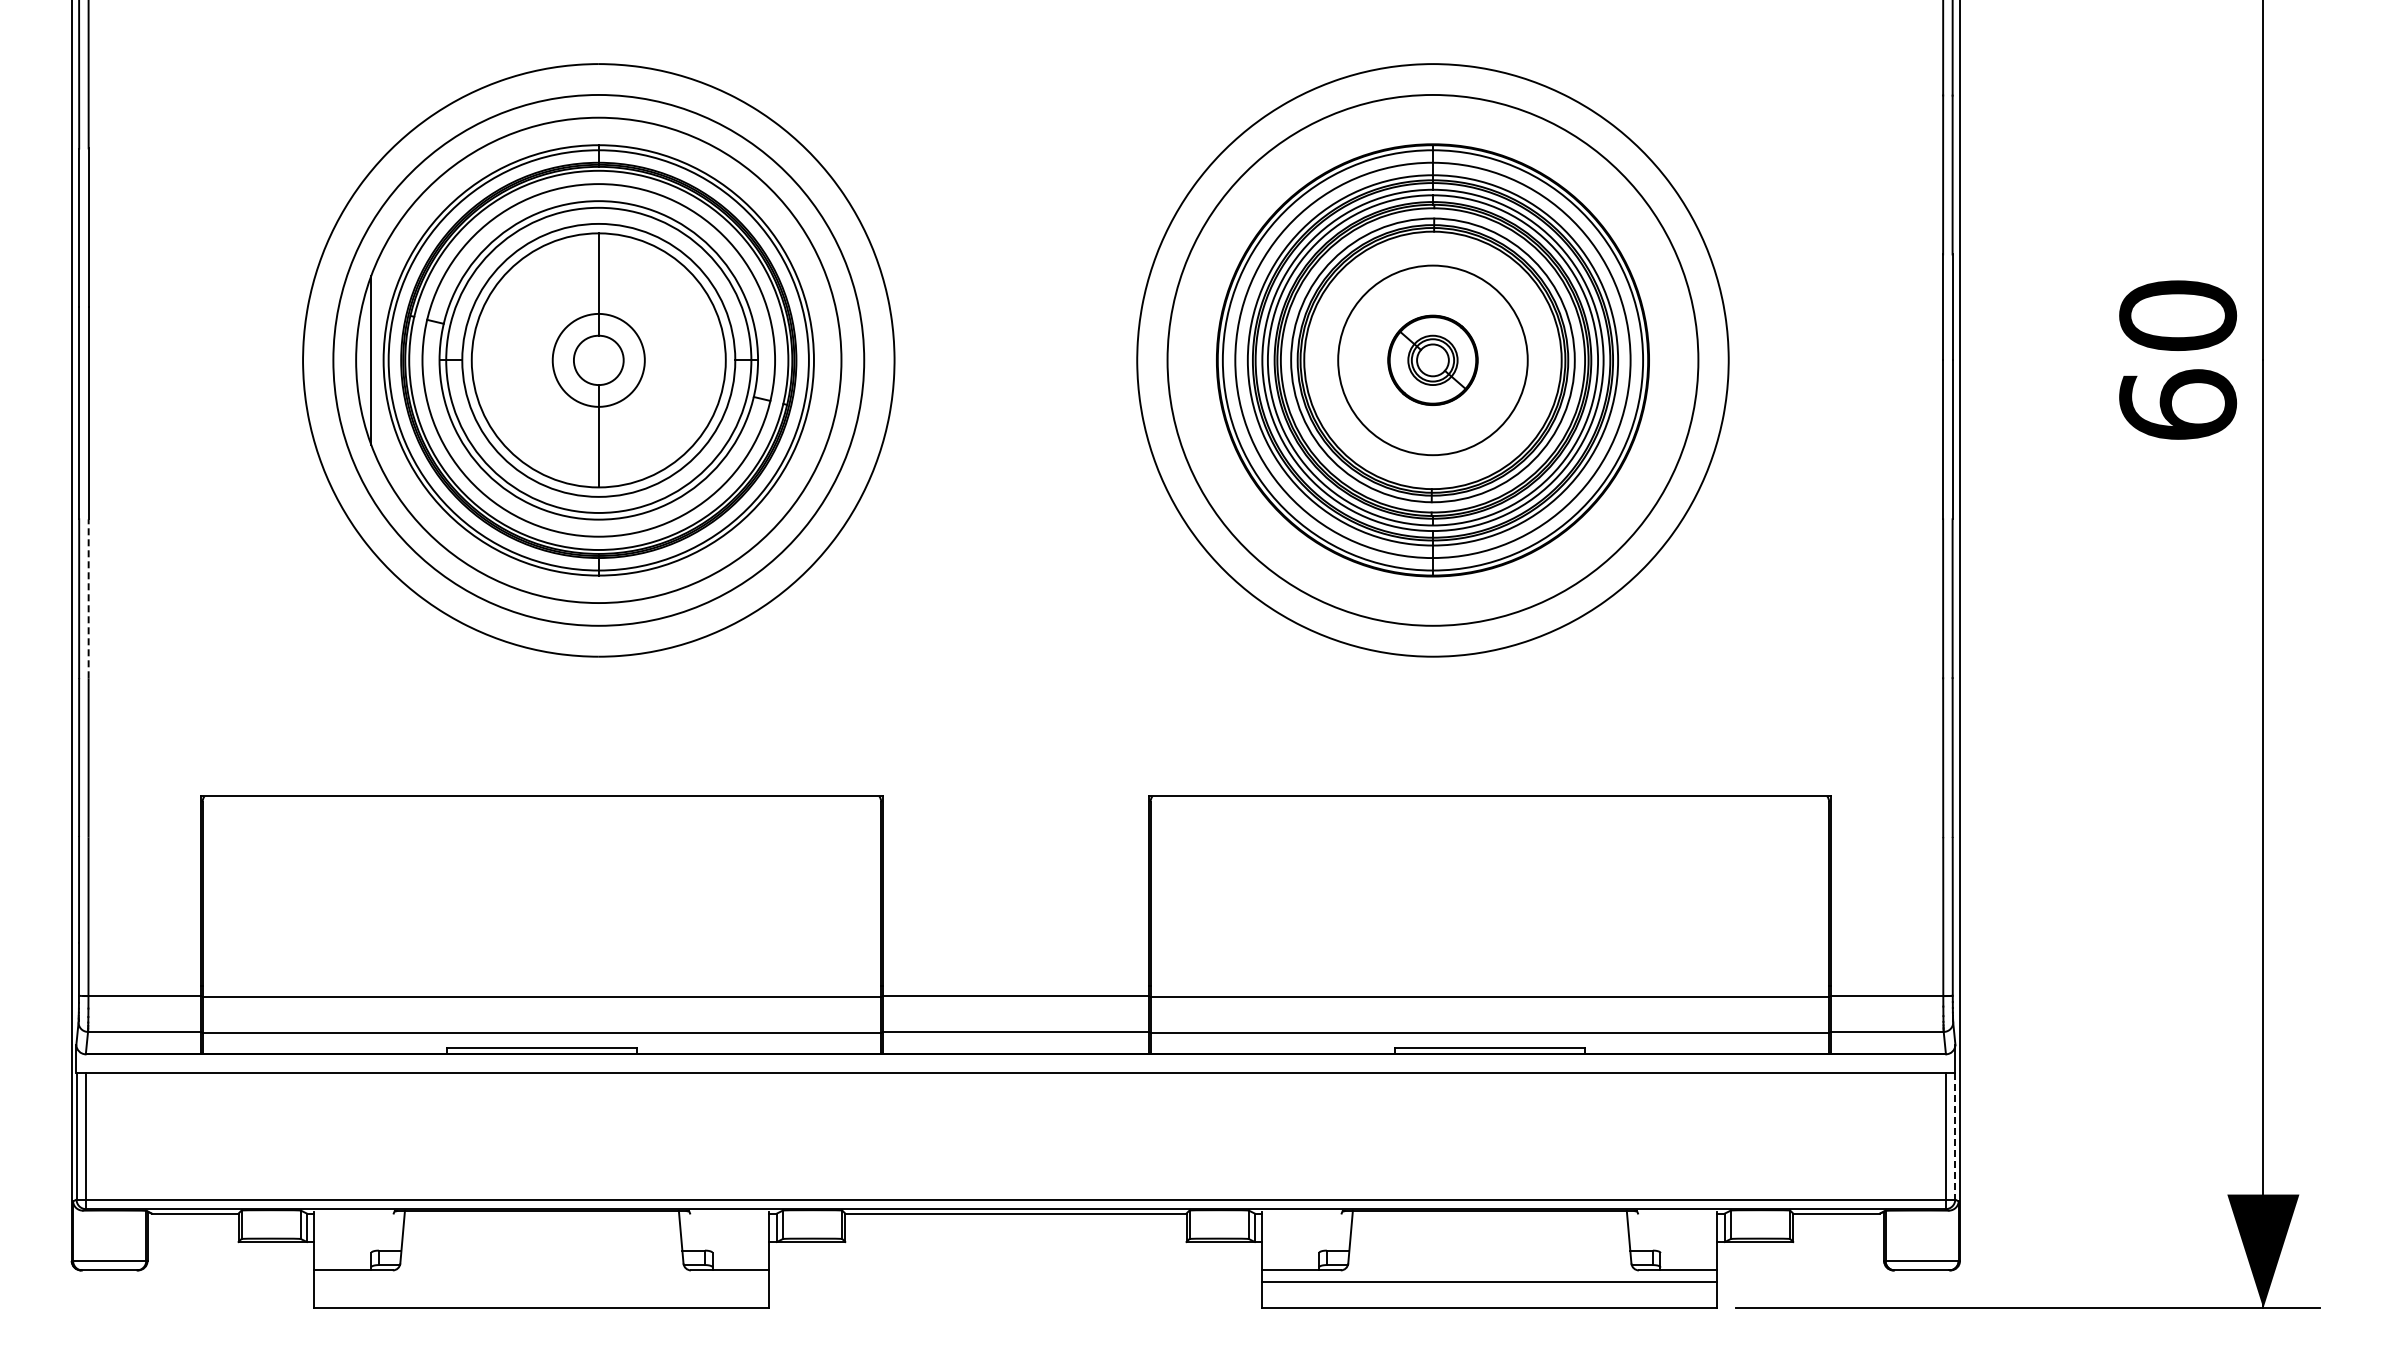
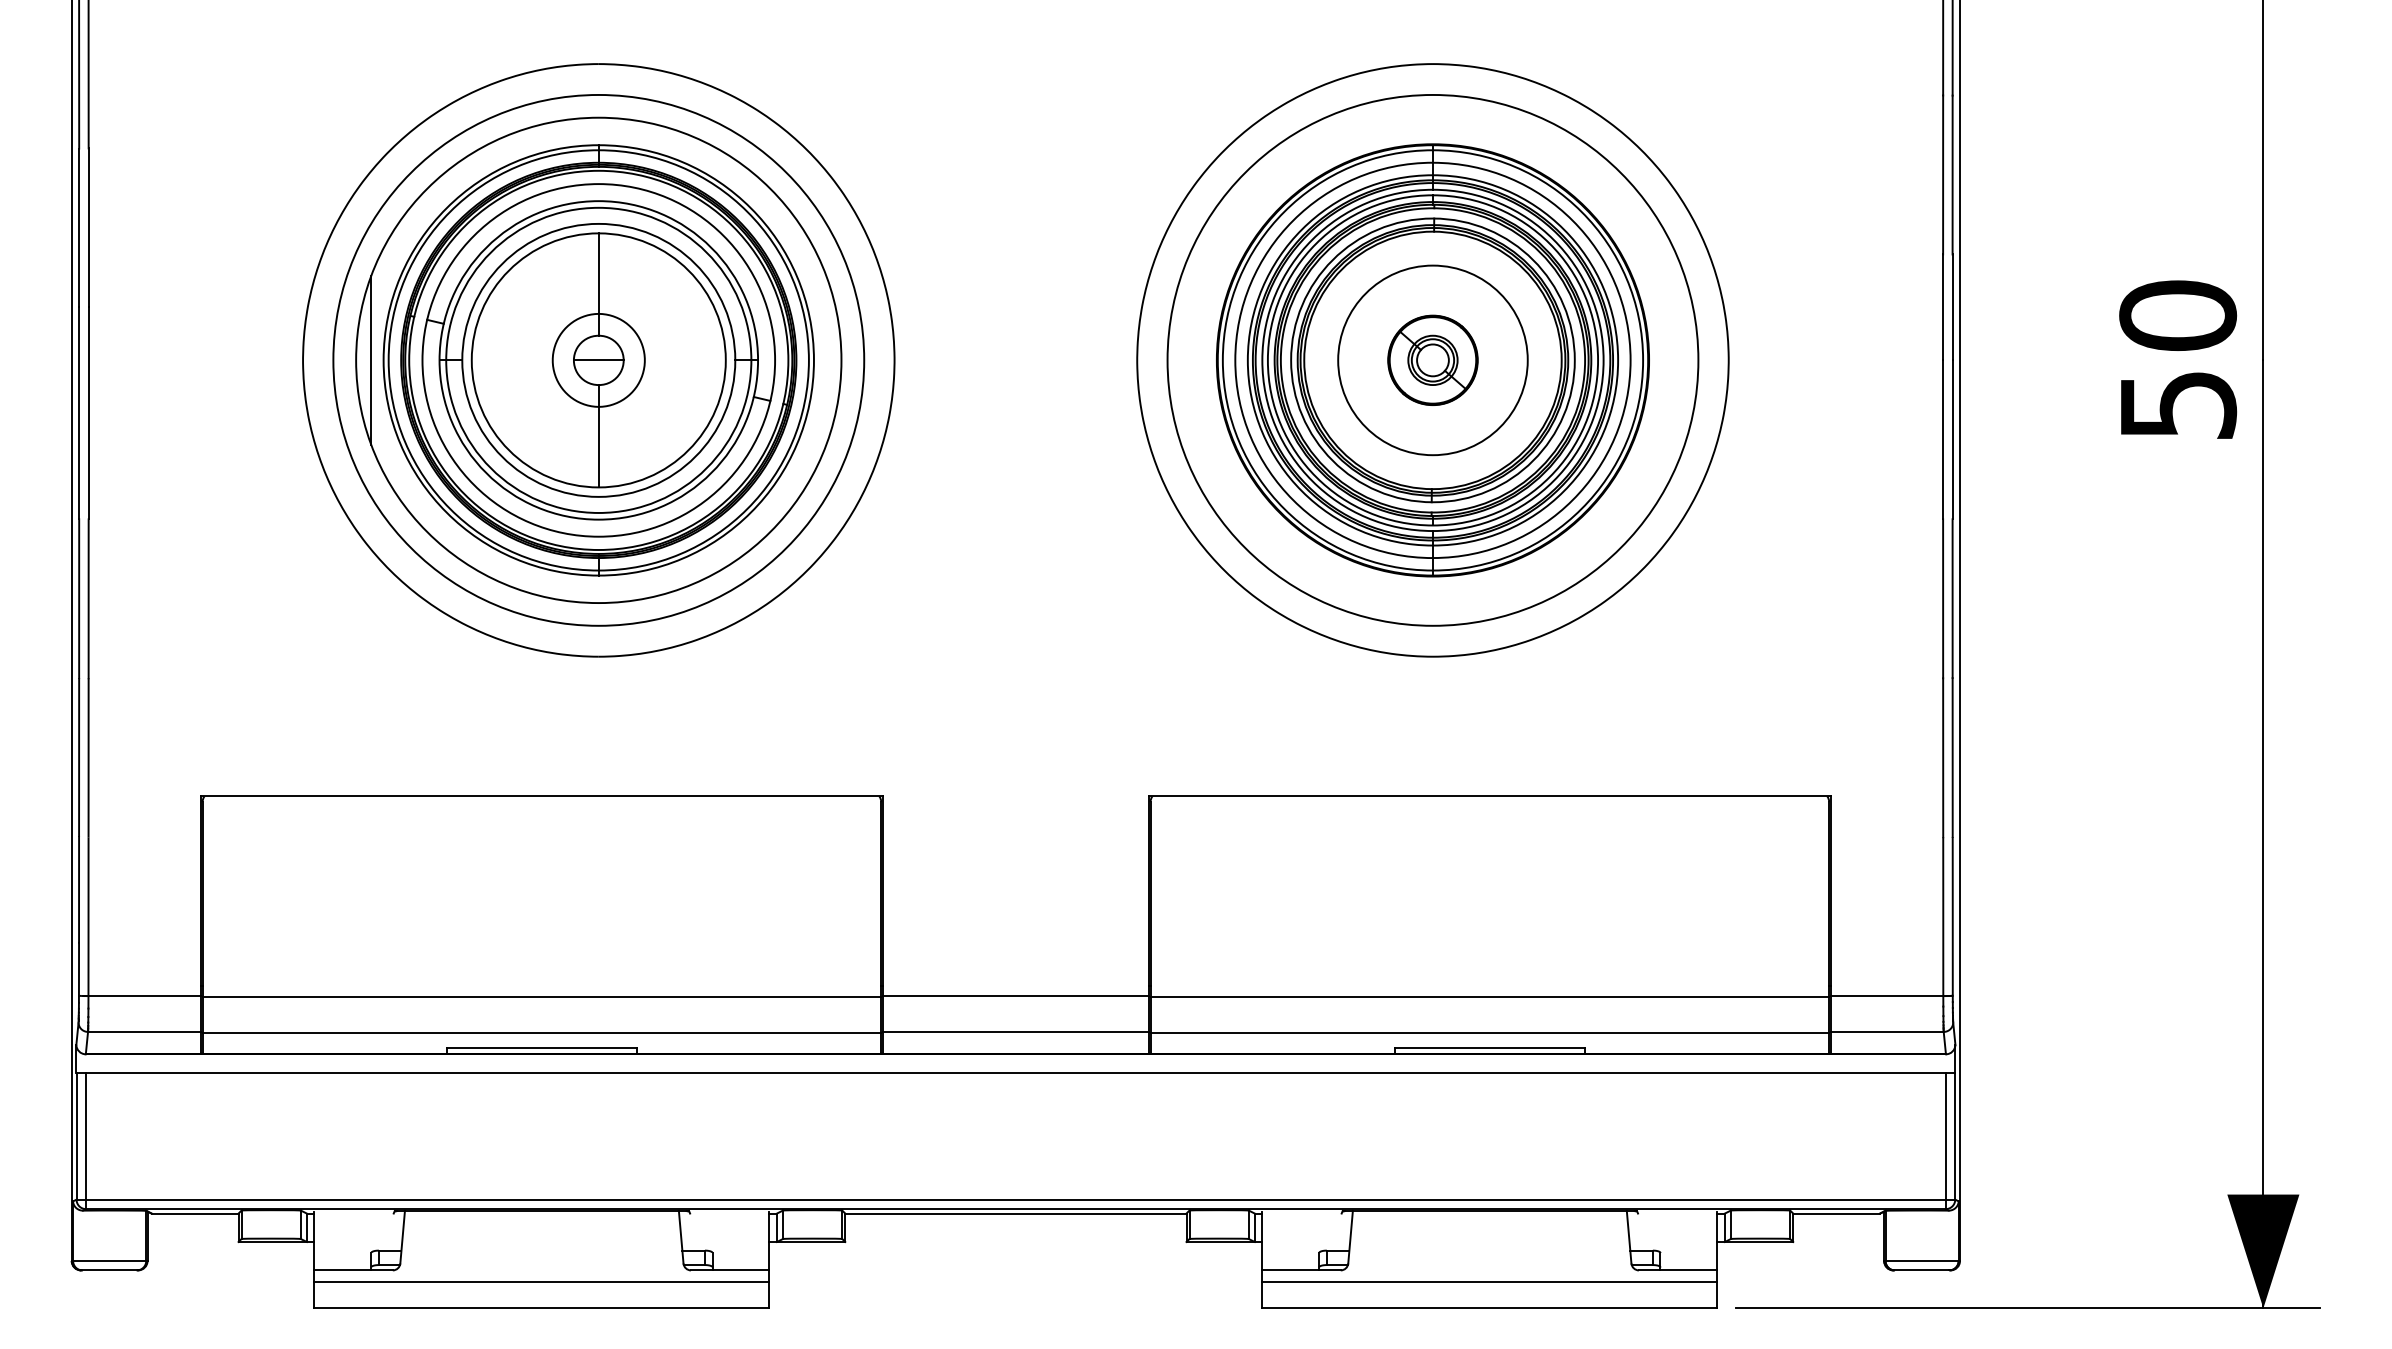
line at (598, 360): none -> present
text at (2178, 404): 60 -> 50
line at (88, 598): dashed -> solid
line at (1955, 1136): dashed -> solid
line at (541, 1281): none -> present
